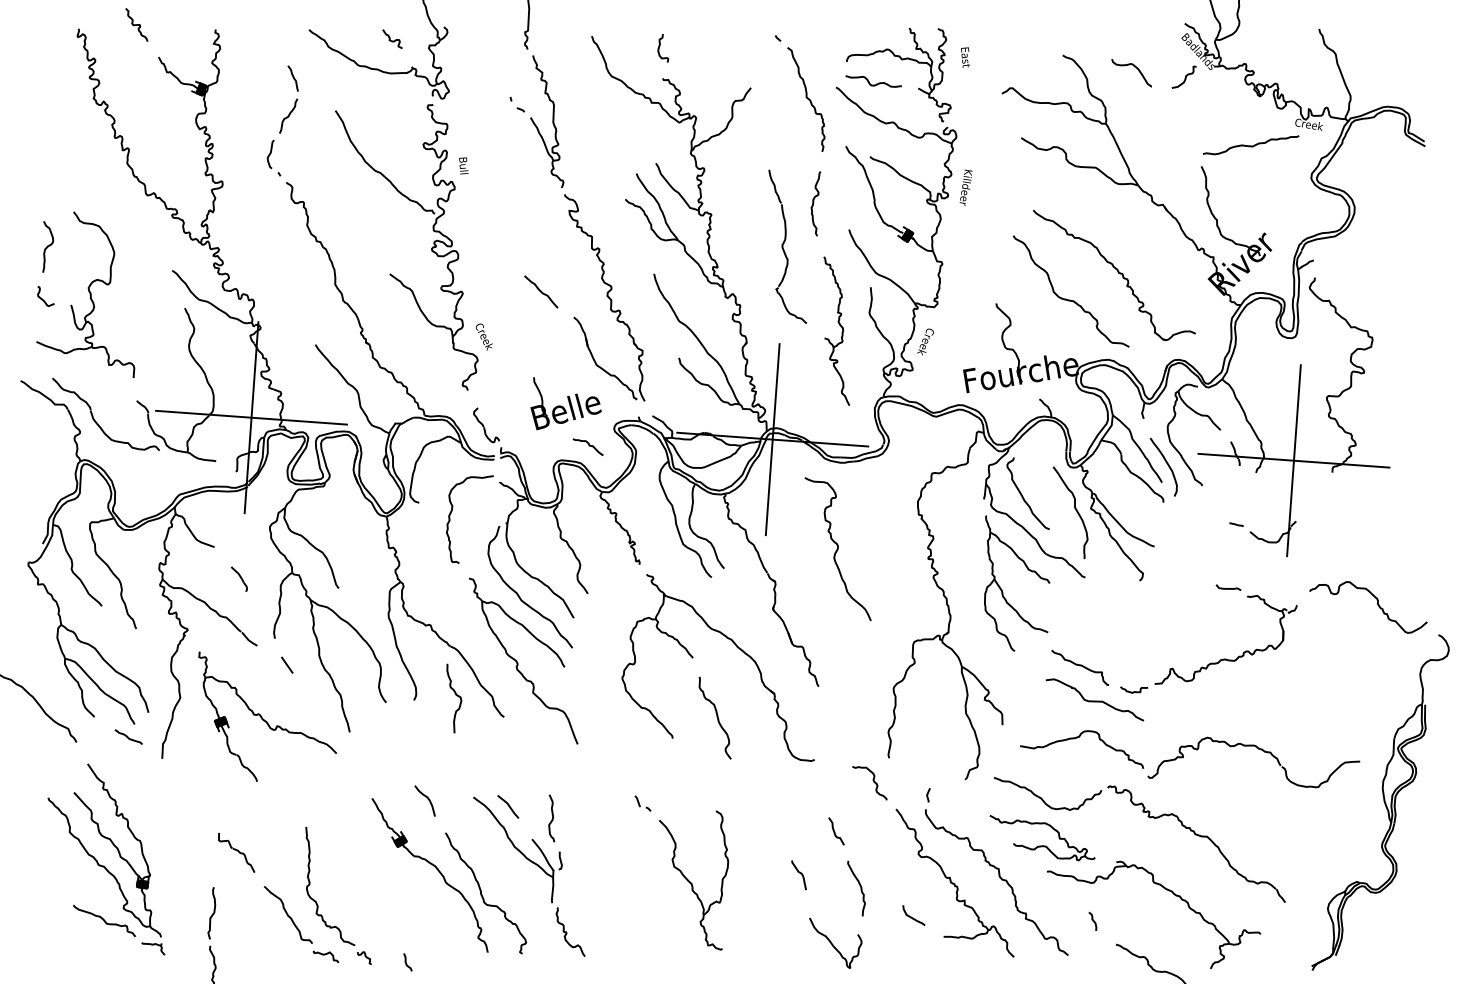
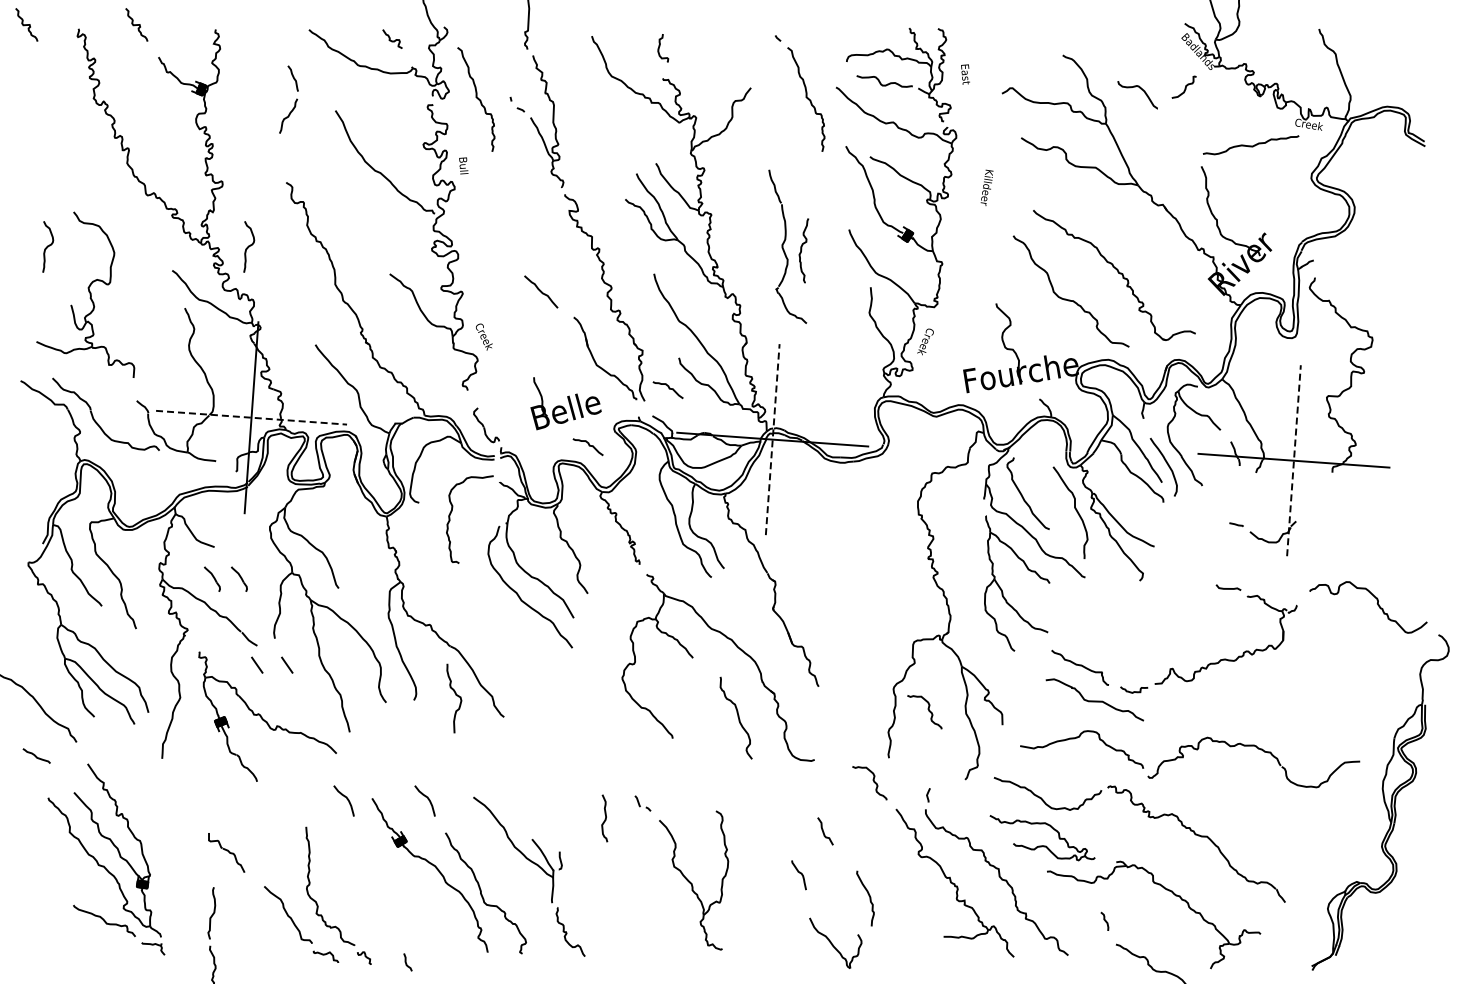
curve at (26, 24): none -> present
text at (965, 57) position: (965, 57) -> (965, 74)
curve at (1134, 67) position: (1134, 67) -> (1140, 89)
curve at (1184, 77) position: (1184, 77) -> (1184, 87)
curve at (873, 84) position: (873, 84) -> (884, 84)
curve at (476, 98): none -> present
part at (273, 157): present -> none
text at (965, 187) position: (965, 187) -> (986, 187)
curve at (814, 202) position: (814, 202) -> (802, 249)
curve at (249, 246): none -> present
curve at (42, 298): present -> none
part at (836, 330): present -> none
curve at (668, 388): none -> present
line at (251, 417): solid -> dashed
line at (772, 439): solid -> dashed
line at (1293, 460): solid -> dashed
curve at (837, 549): present -> none
part at (212, 578): none -> present
part at (523, 660): present -> none
line at (257, 664): none -> present
curve at (928, 711): none -> present
curve at (716, 717) position: (716, 717) -> (737, 717)
curve at (128, 736) position: (128, 736) -> (36, 755)
curve at (344, 797): none -> present
line at (508, 806): present -> none
curve at (552, 818) position: (552, 818) -> (605, 818)
curve at (835, 831) position: (835, 831) -> (824, 831)
part at (236, 852) position: (236, 852) -> (226, 852)
curve at (859, 886) position: (859, 886) -> (868, 896)
curve at (913, 917): present -> none
curve at (1092, 920) position: (1092, 920) -> (1104, 920)
